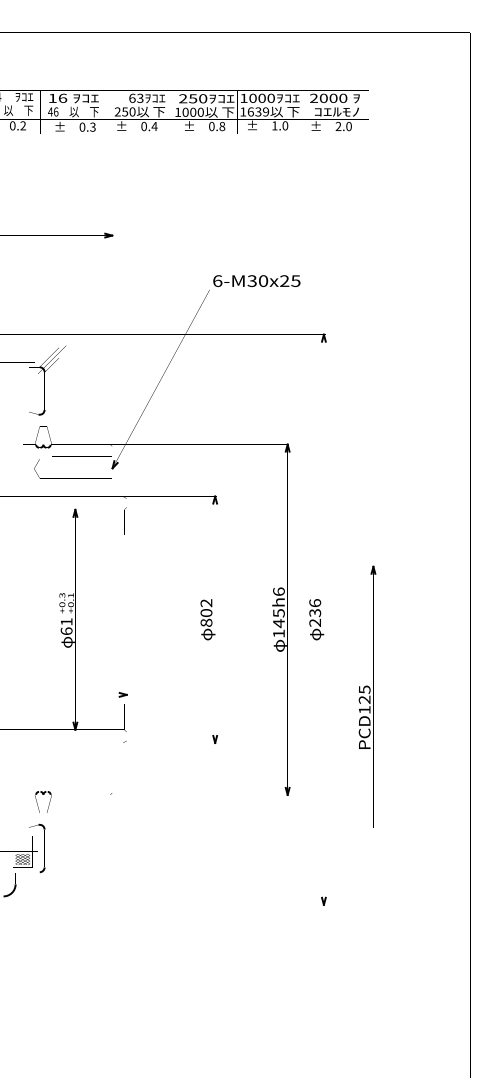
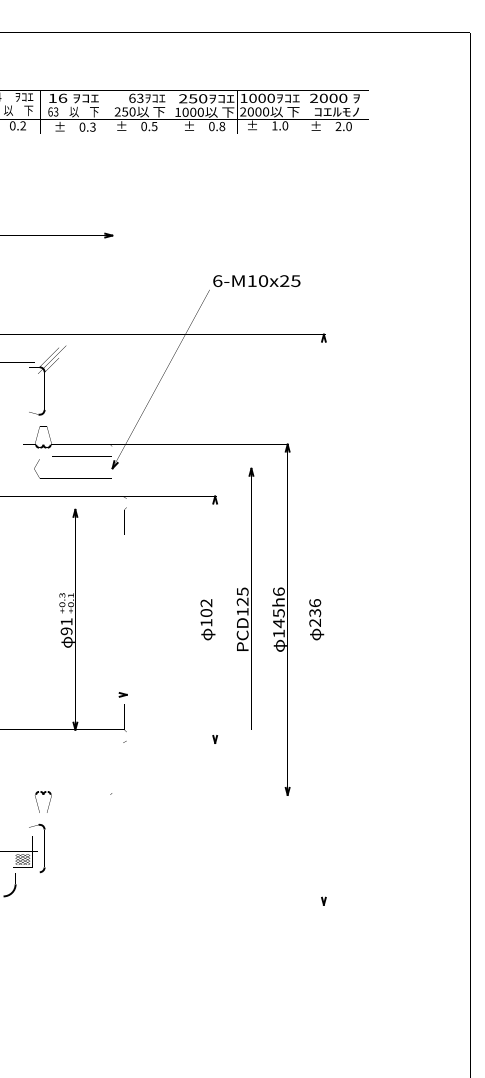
text at (53, 111): 46 -> 63
text at (254, 111): 1639 -> 2000
text at (154, 126): 0.4 -> 0.5
text at (251, 281): 6-M30x25 -> 6-M10x25
text at (206, 622): 802 -> 102
text at (66, 631): 61 -> 91
part at (367, 696) position: (367, 696) -> (245, 598)
